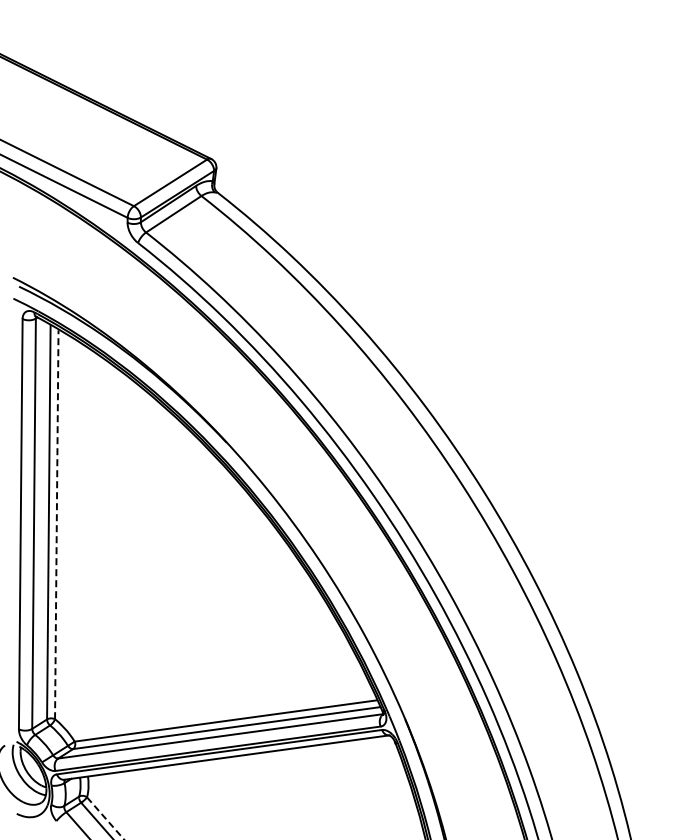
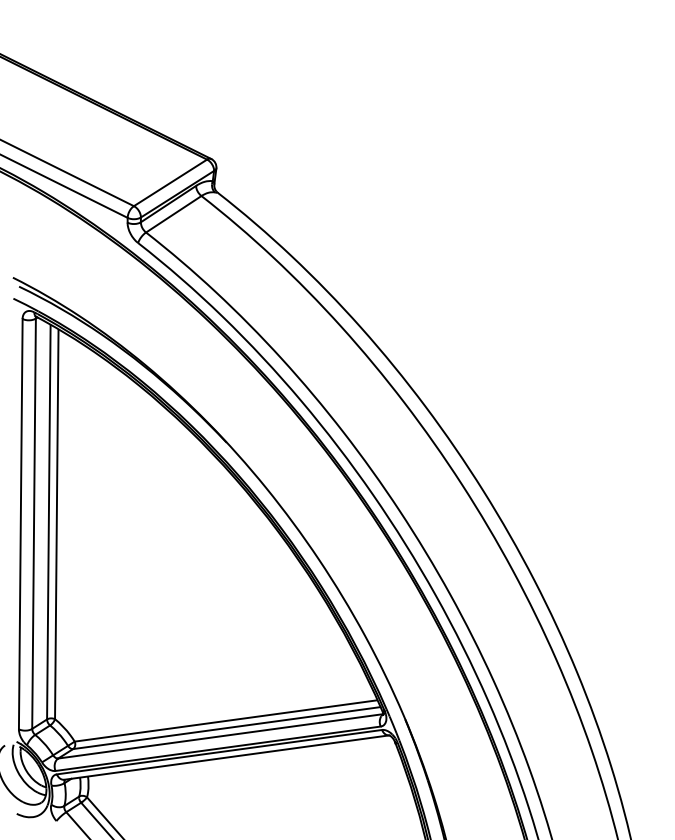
line at (56, 524): dashed -> solid
line at (105, 818): dashed -> solid
